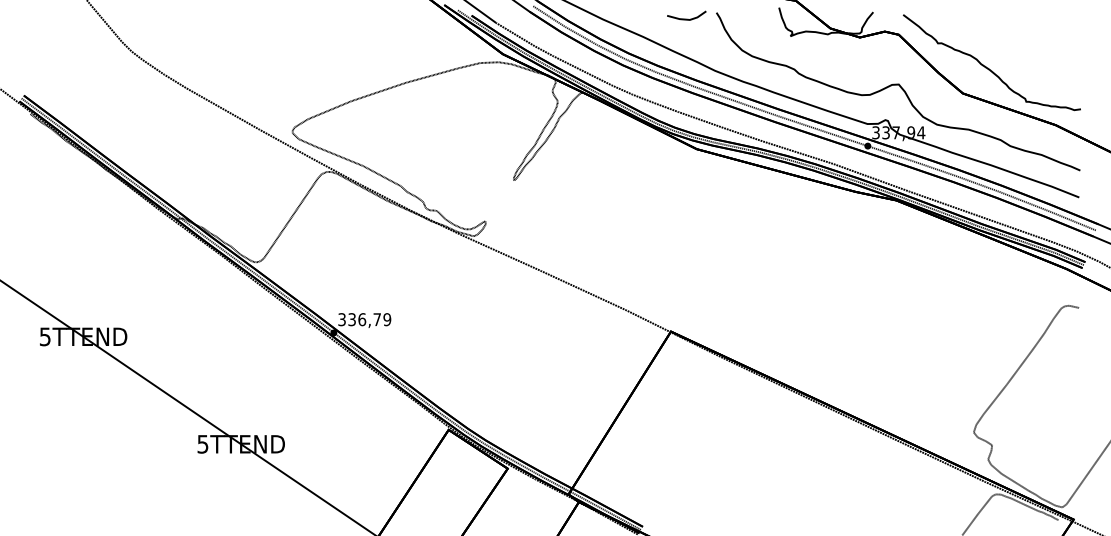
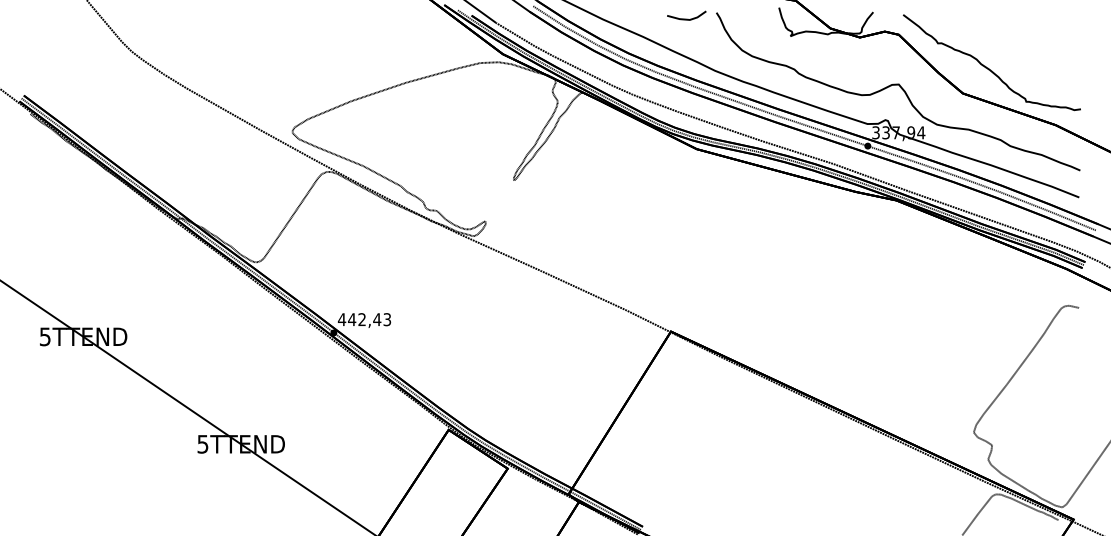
text at (364, 319): 336,79 -> 442,43
